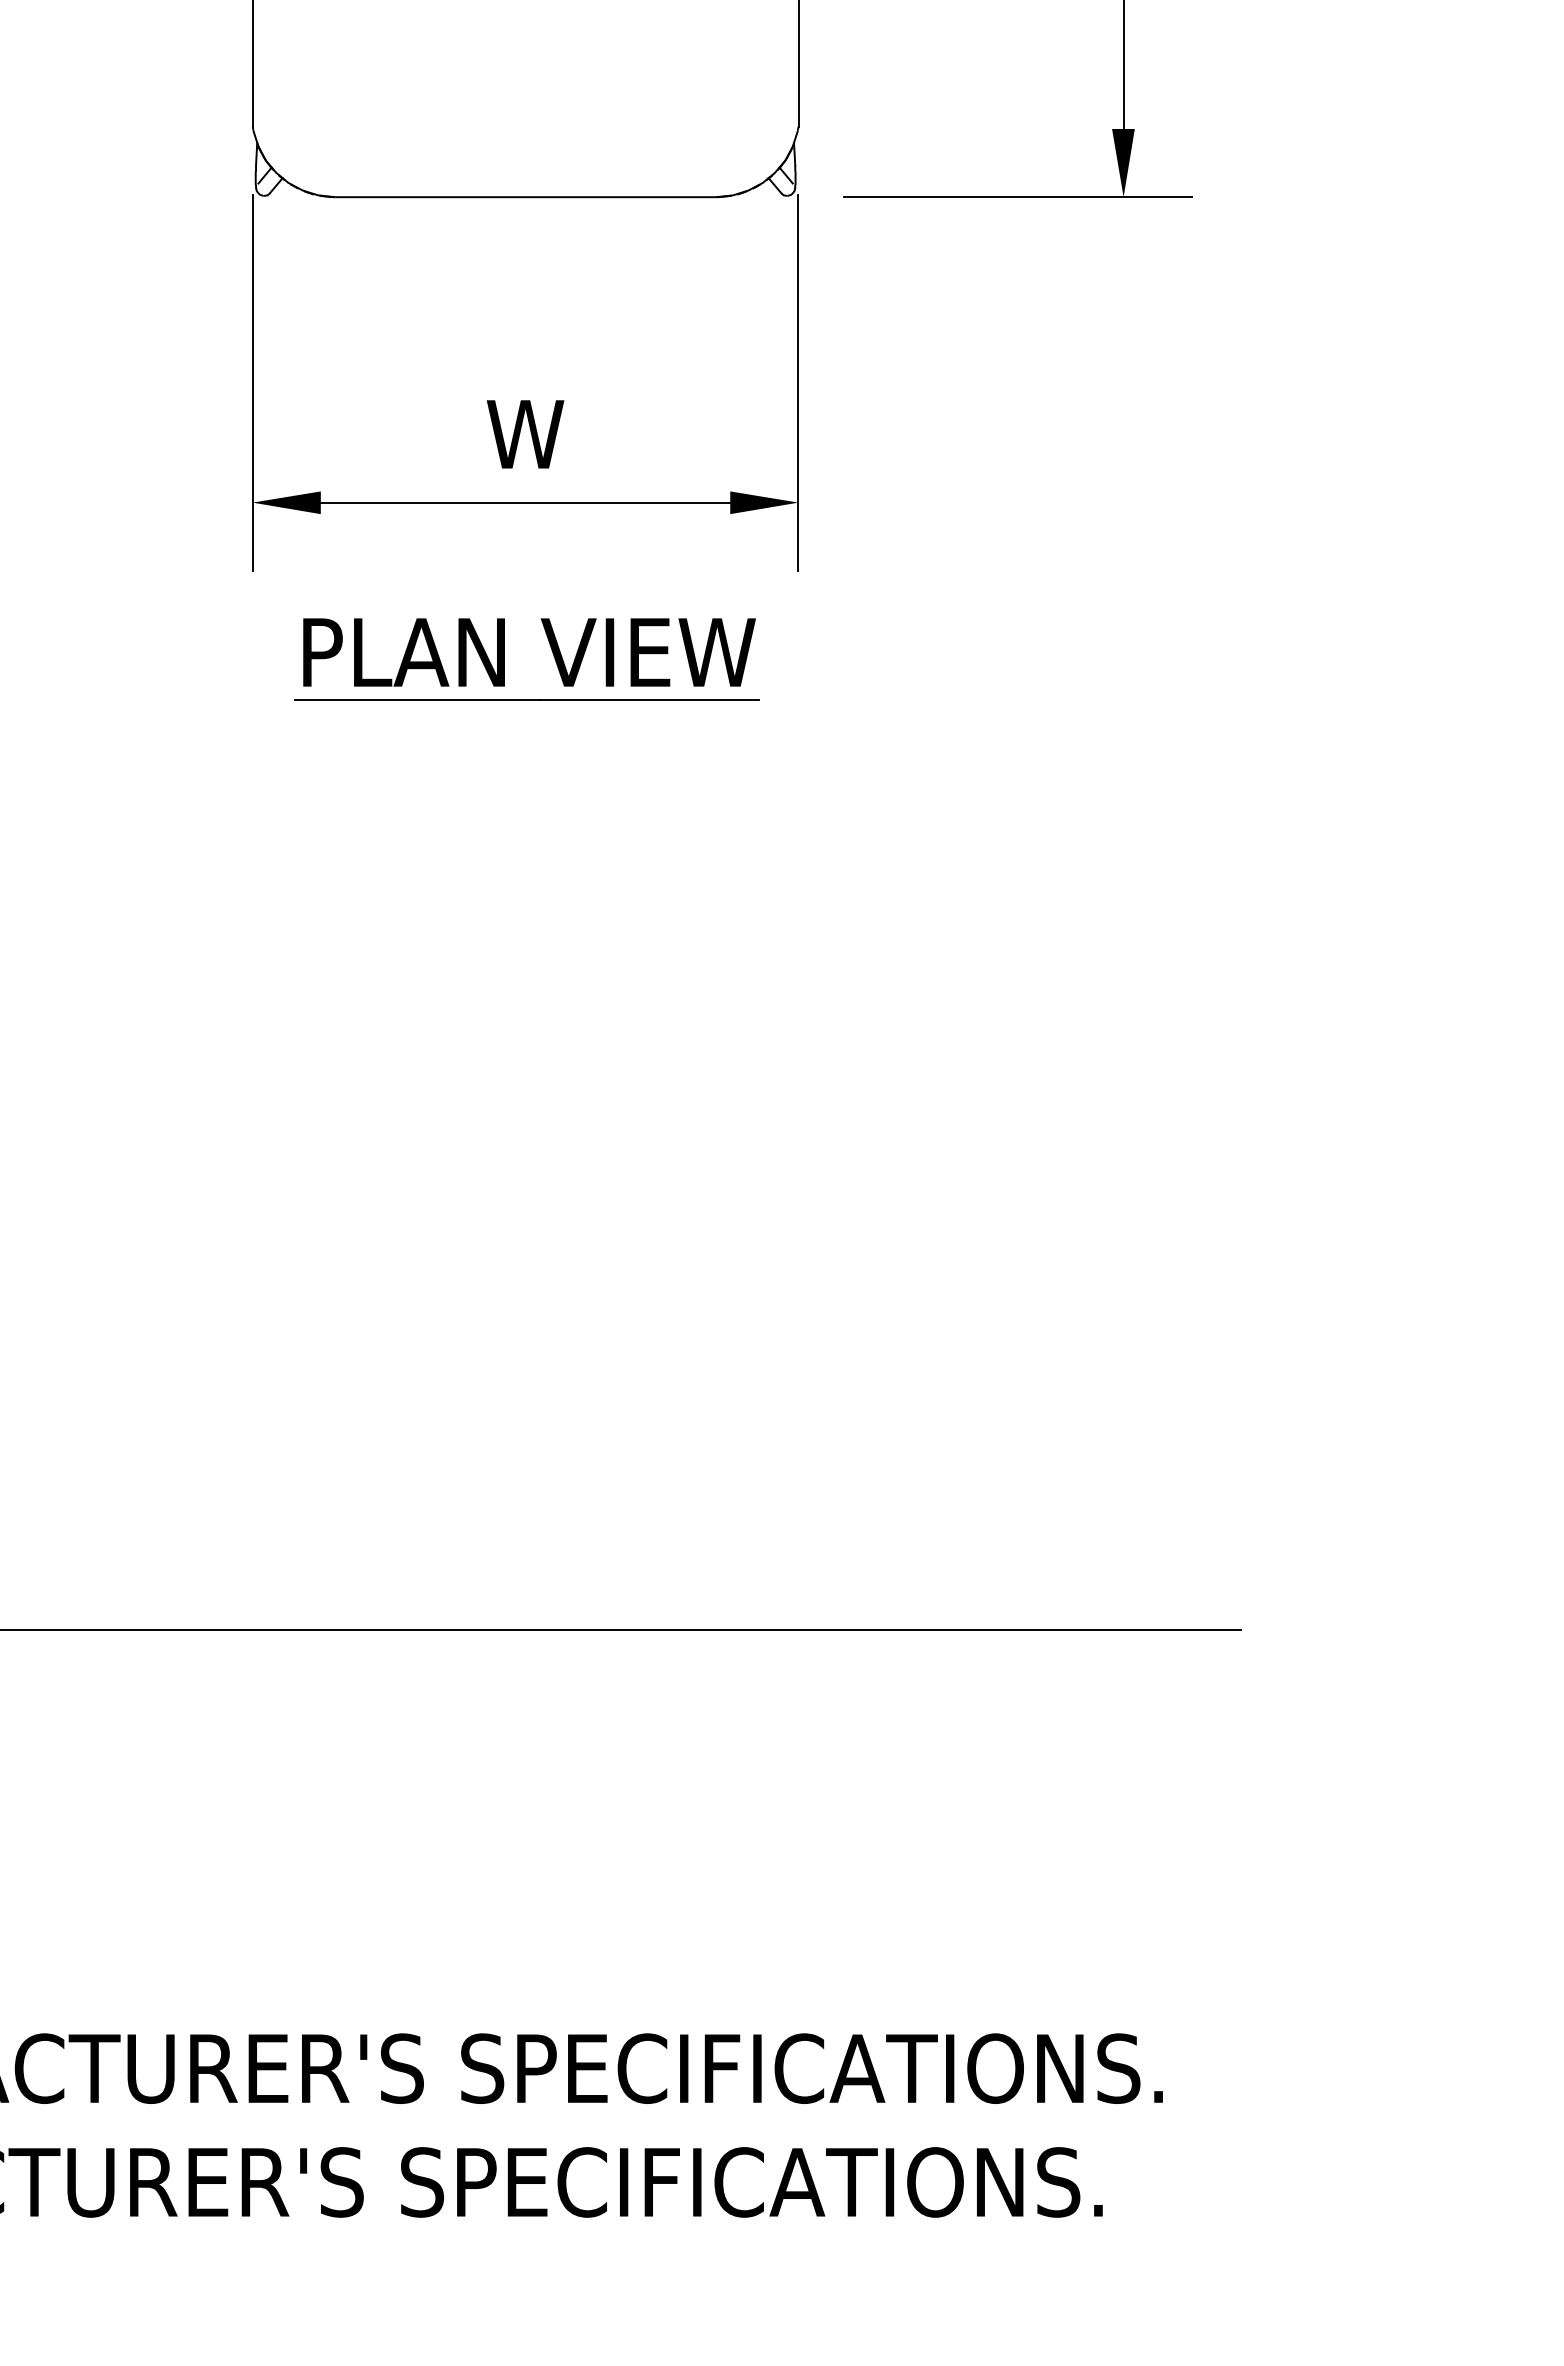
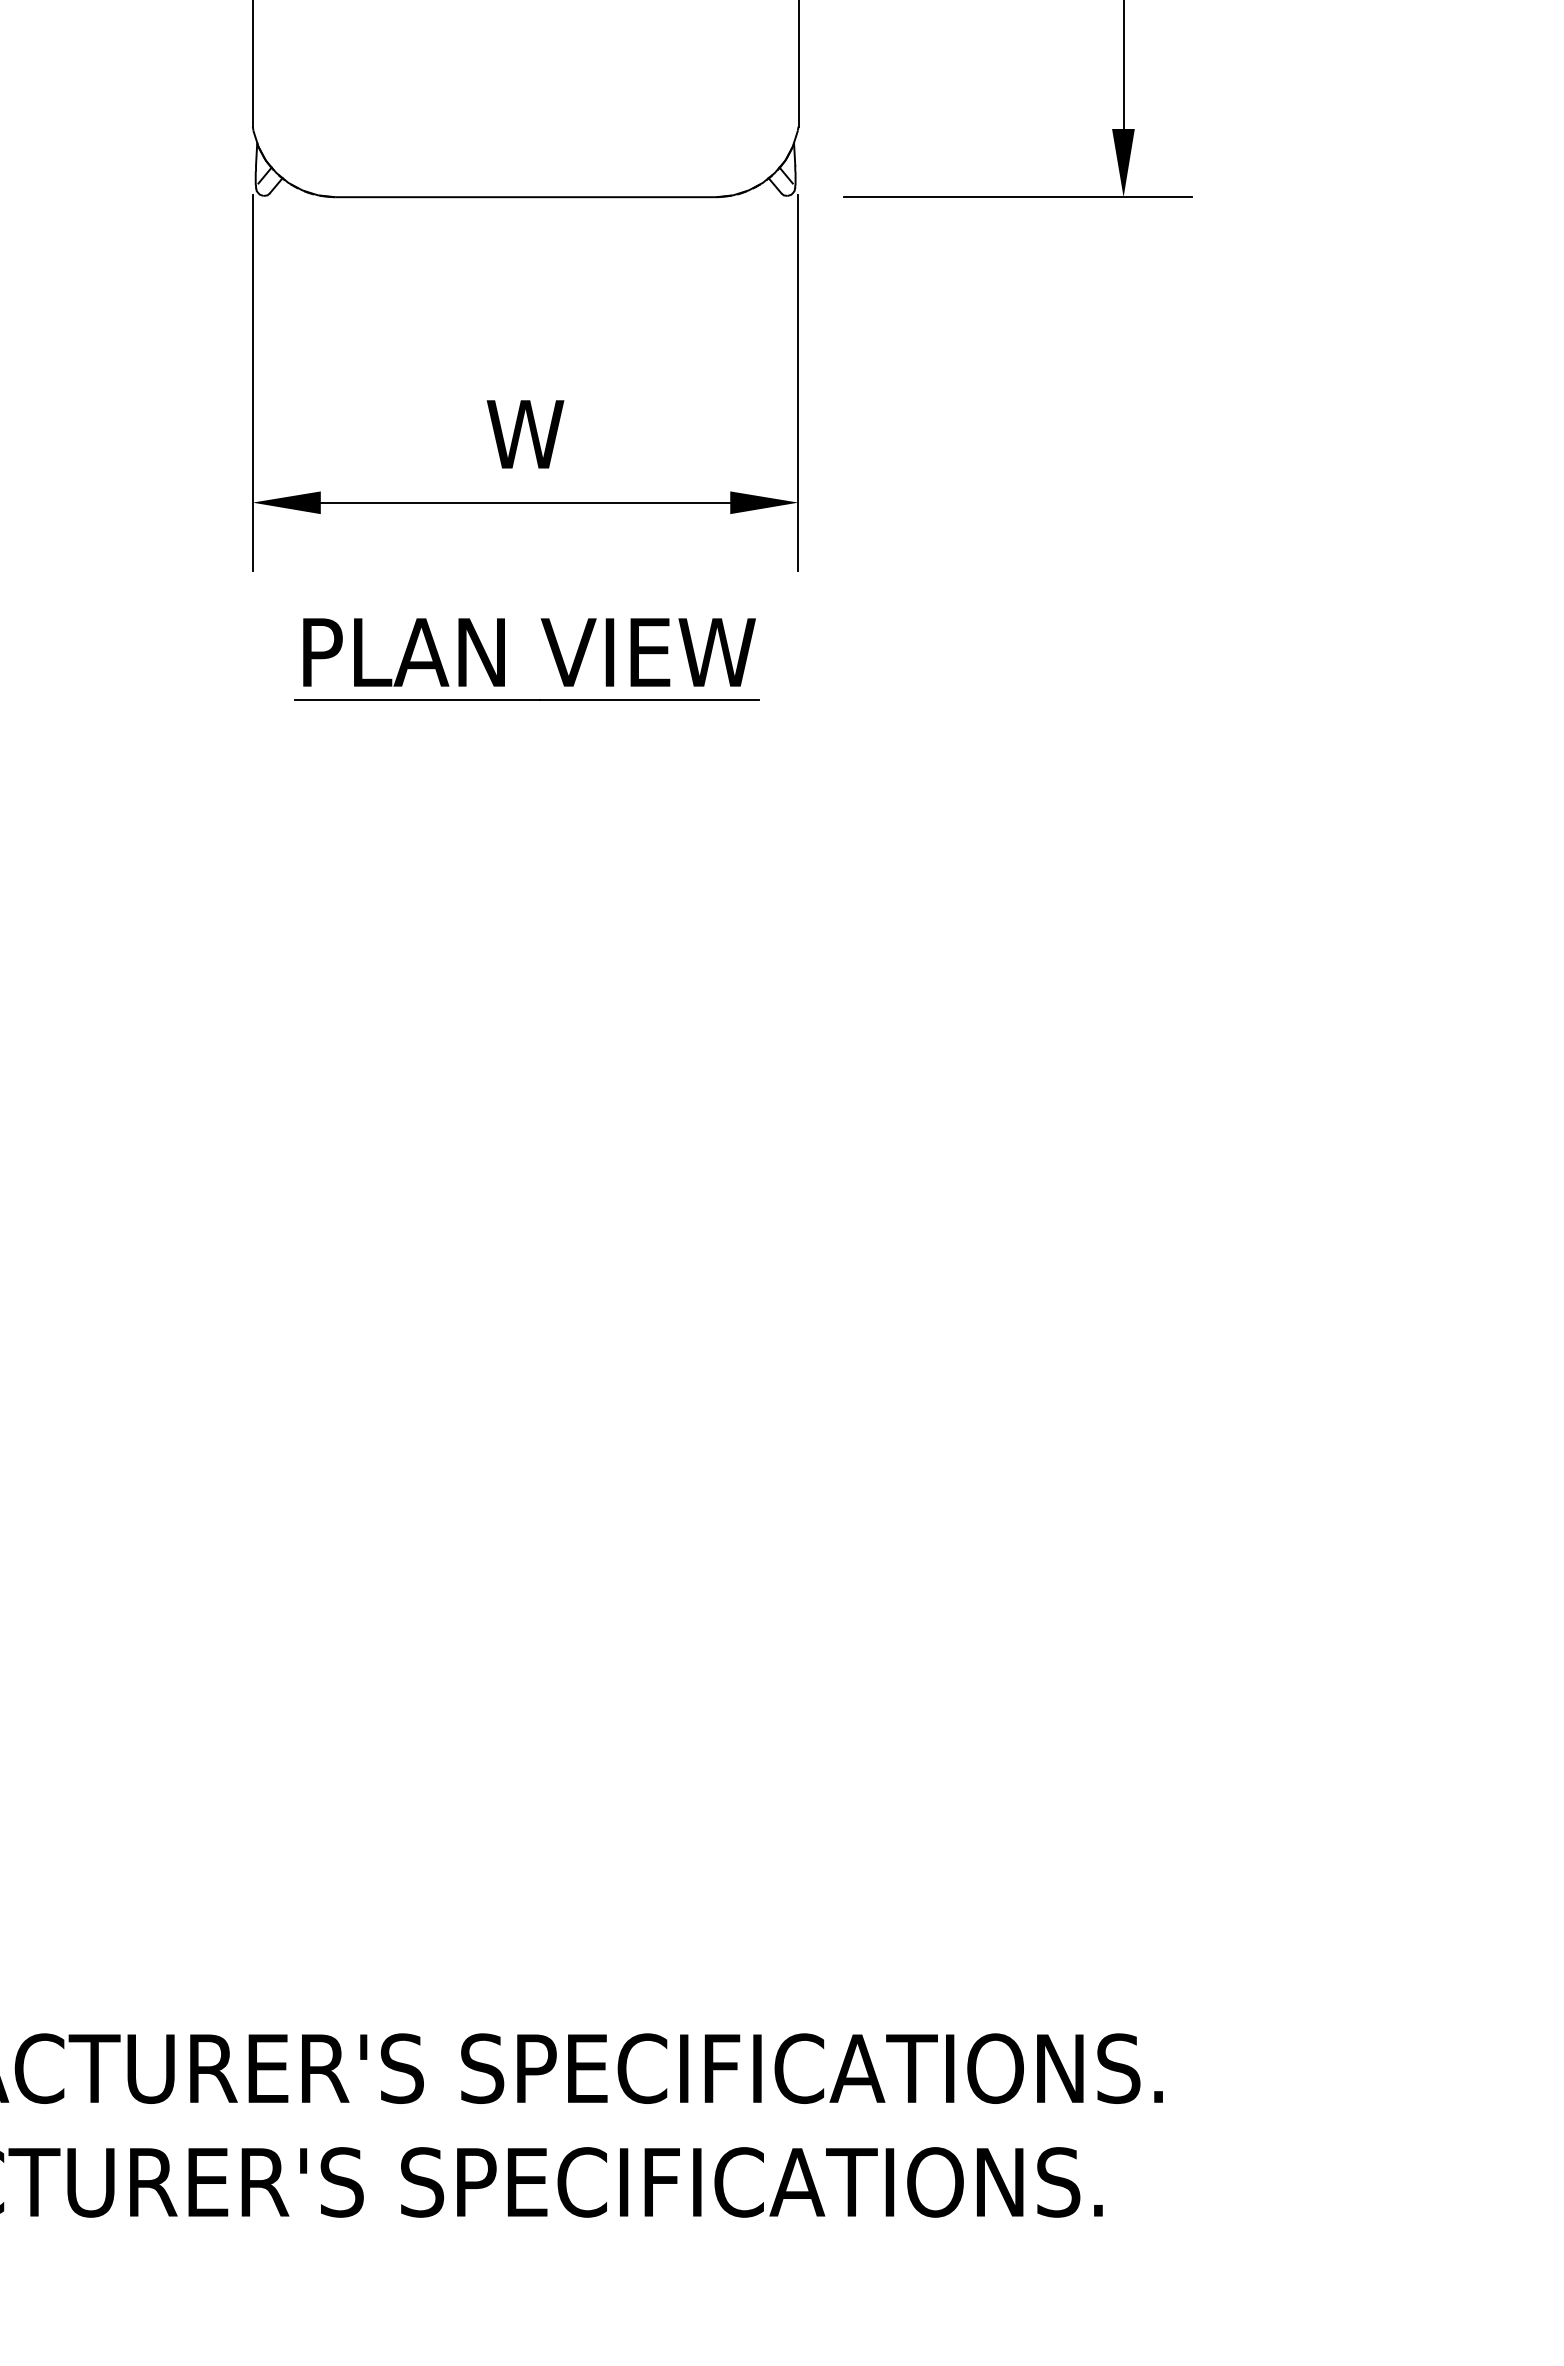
line at (621, 1629): present -> none
